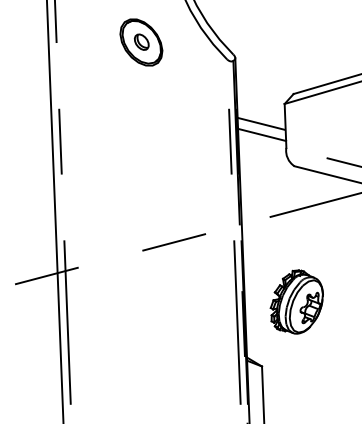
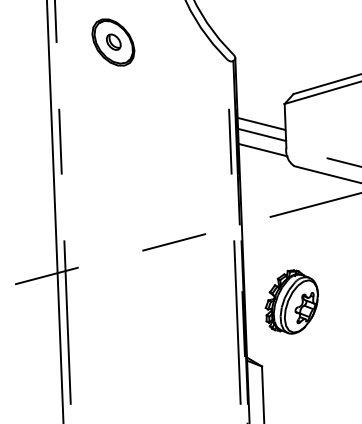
part at (141, 42) position: (141, 42) -> (113, 42)
line at (262, 149): none -> present
part at (296, 301) position: (296, 301) -> (291, 301)
